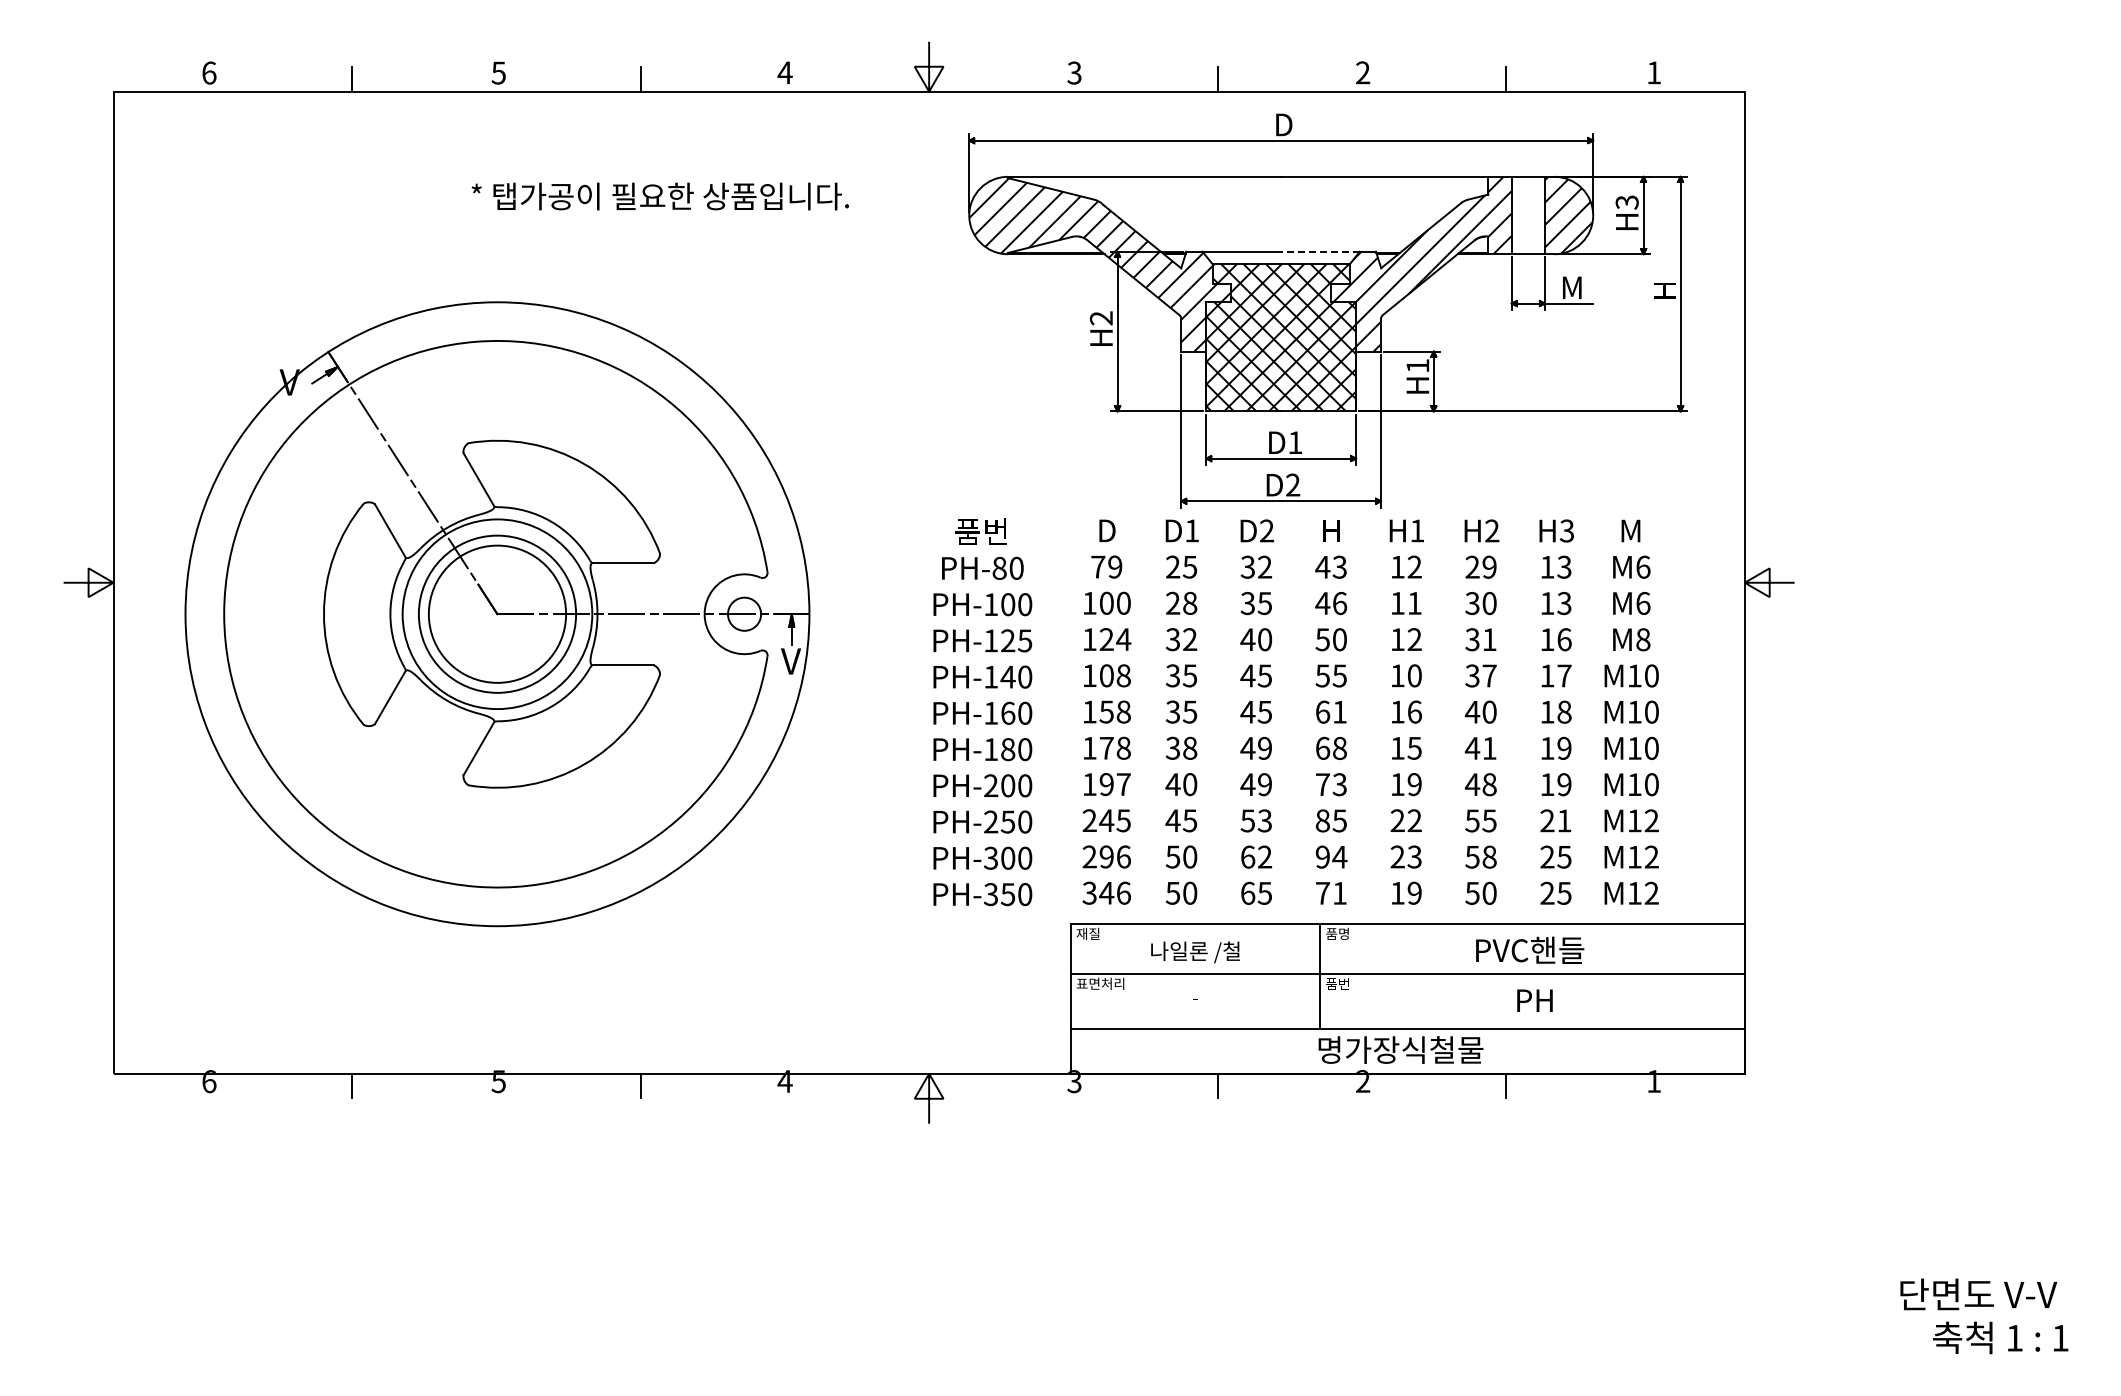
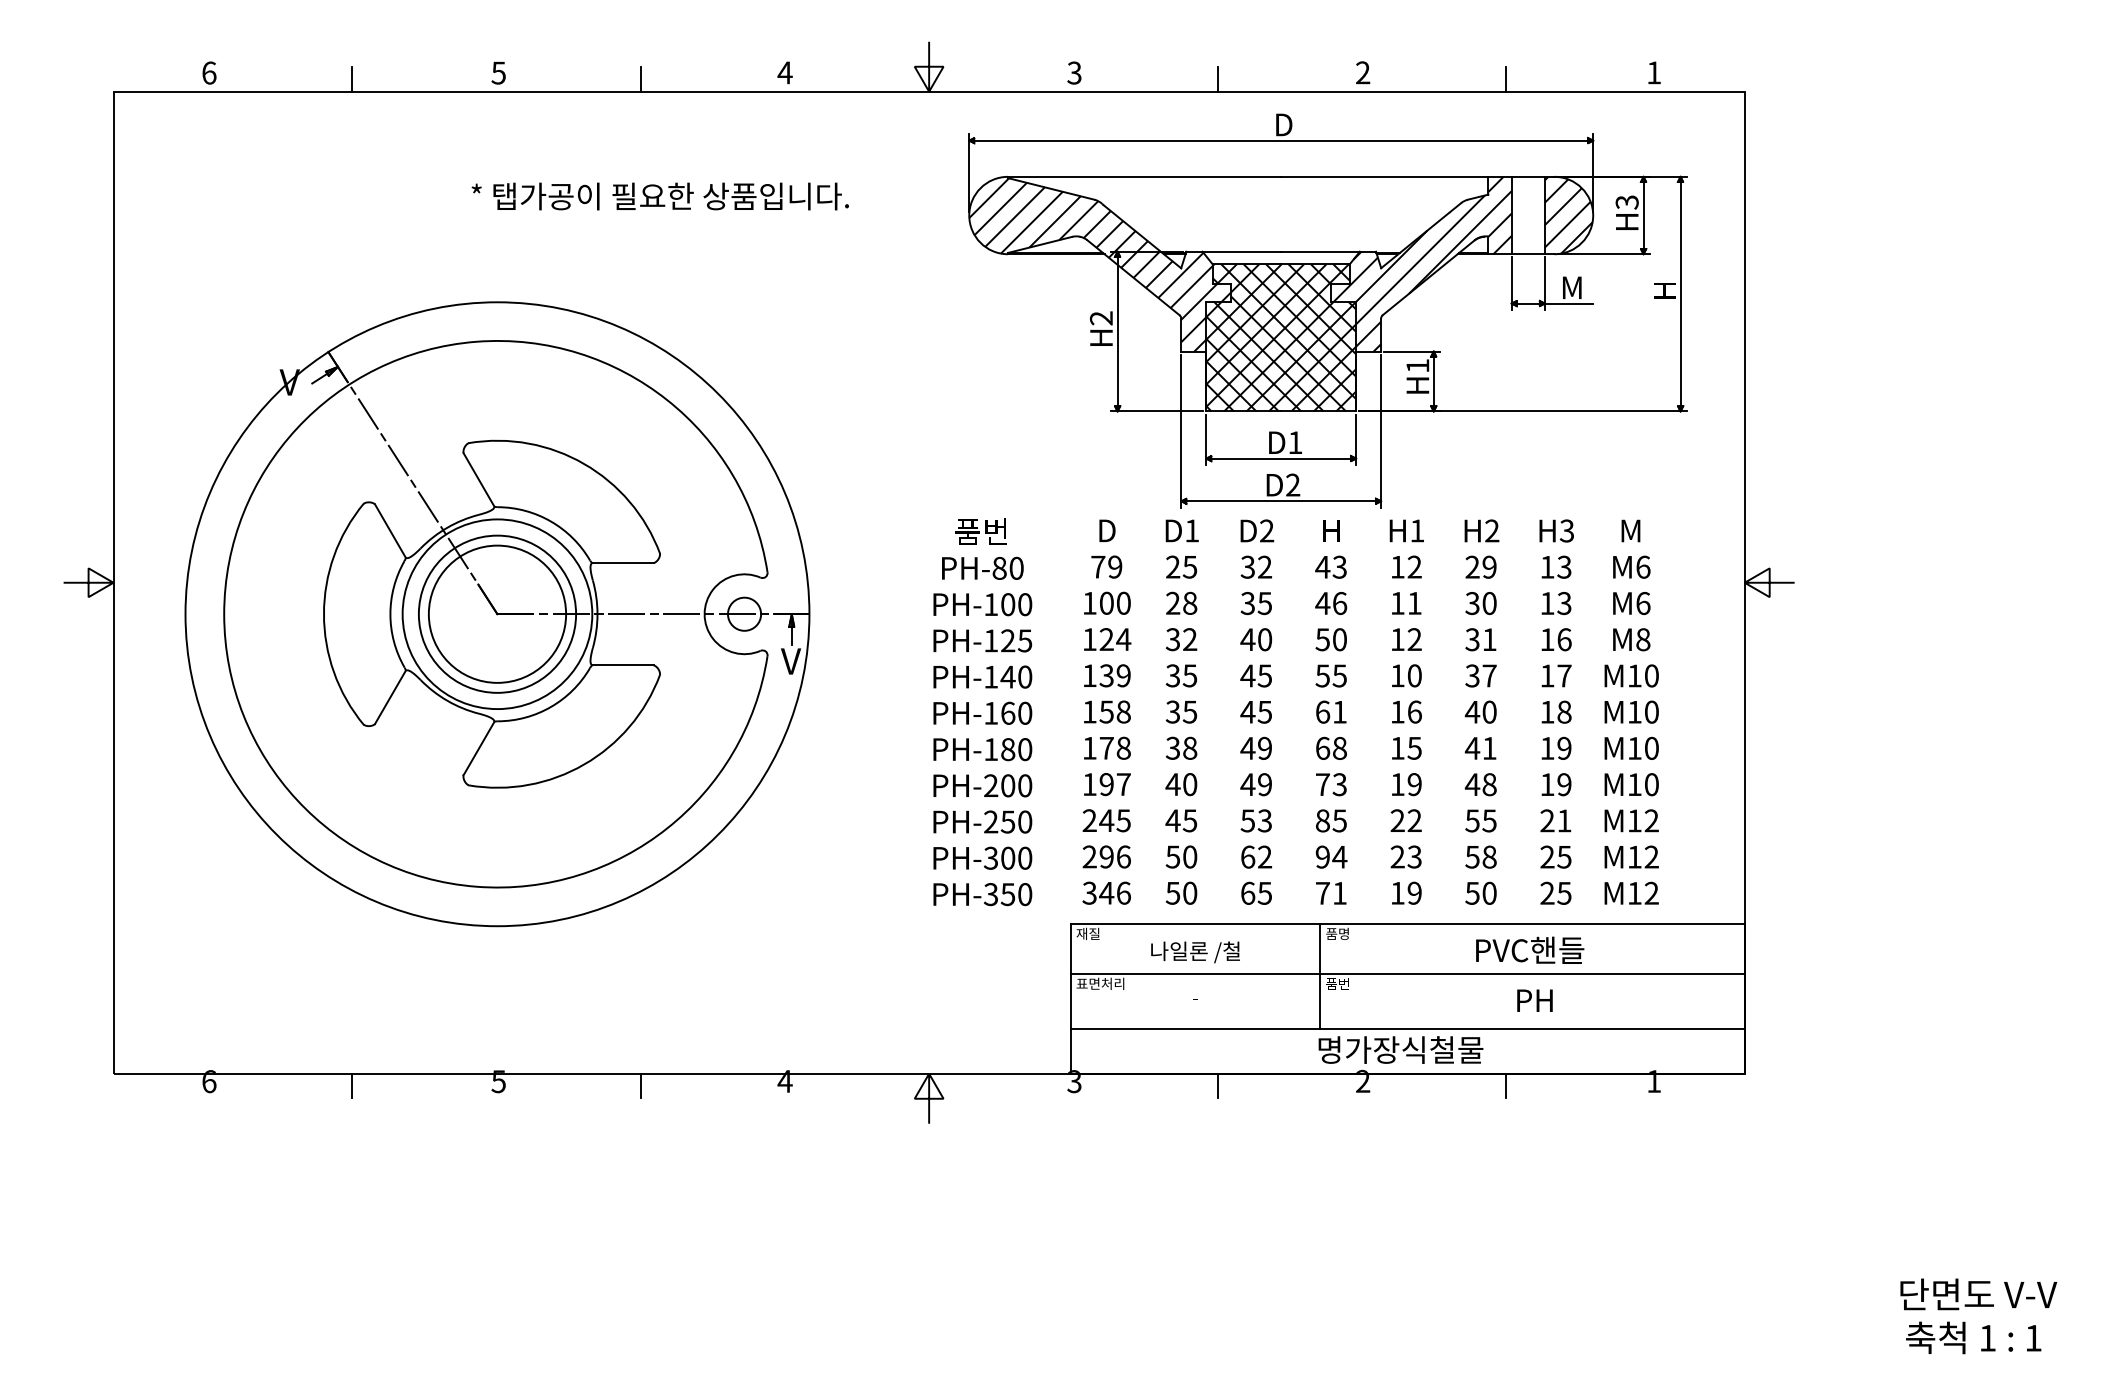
line at (1320, 251): dashed -> solid
text at (1114, 675): 108 -> 139
text at (2000, 1337) position: (2000, 1337) -> (1973, 1337)
